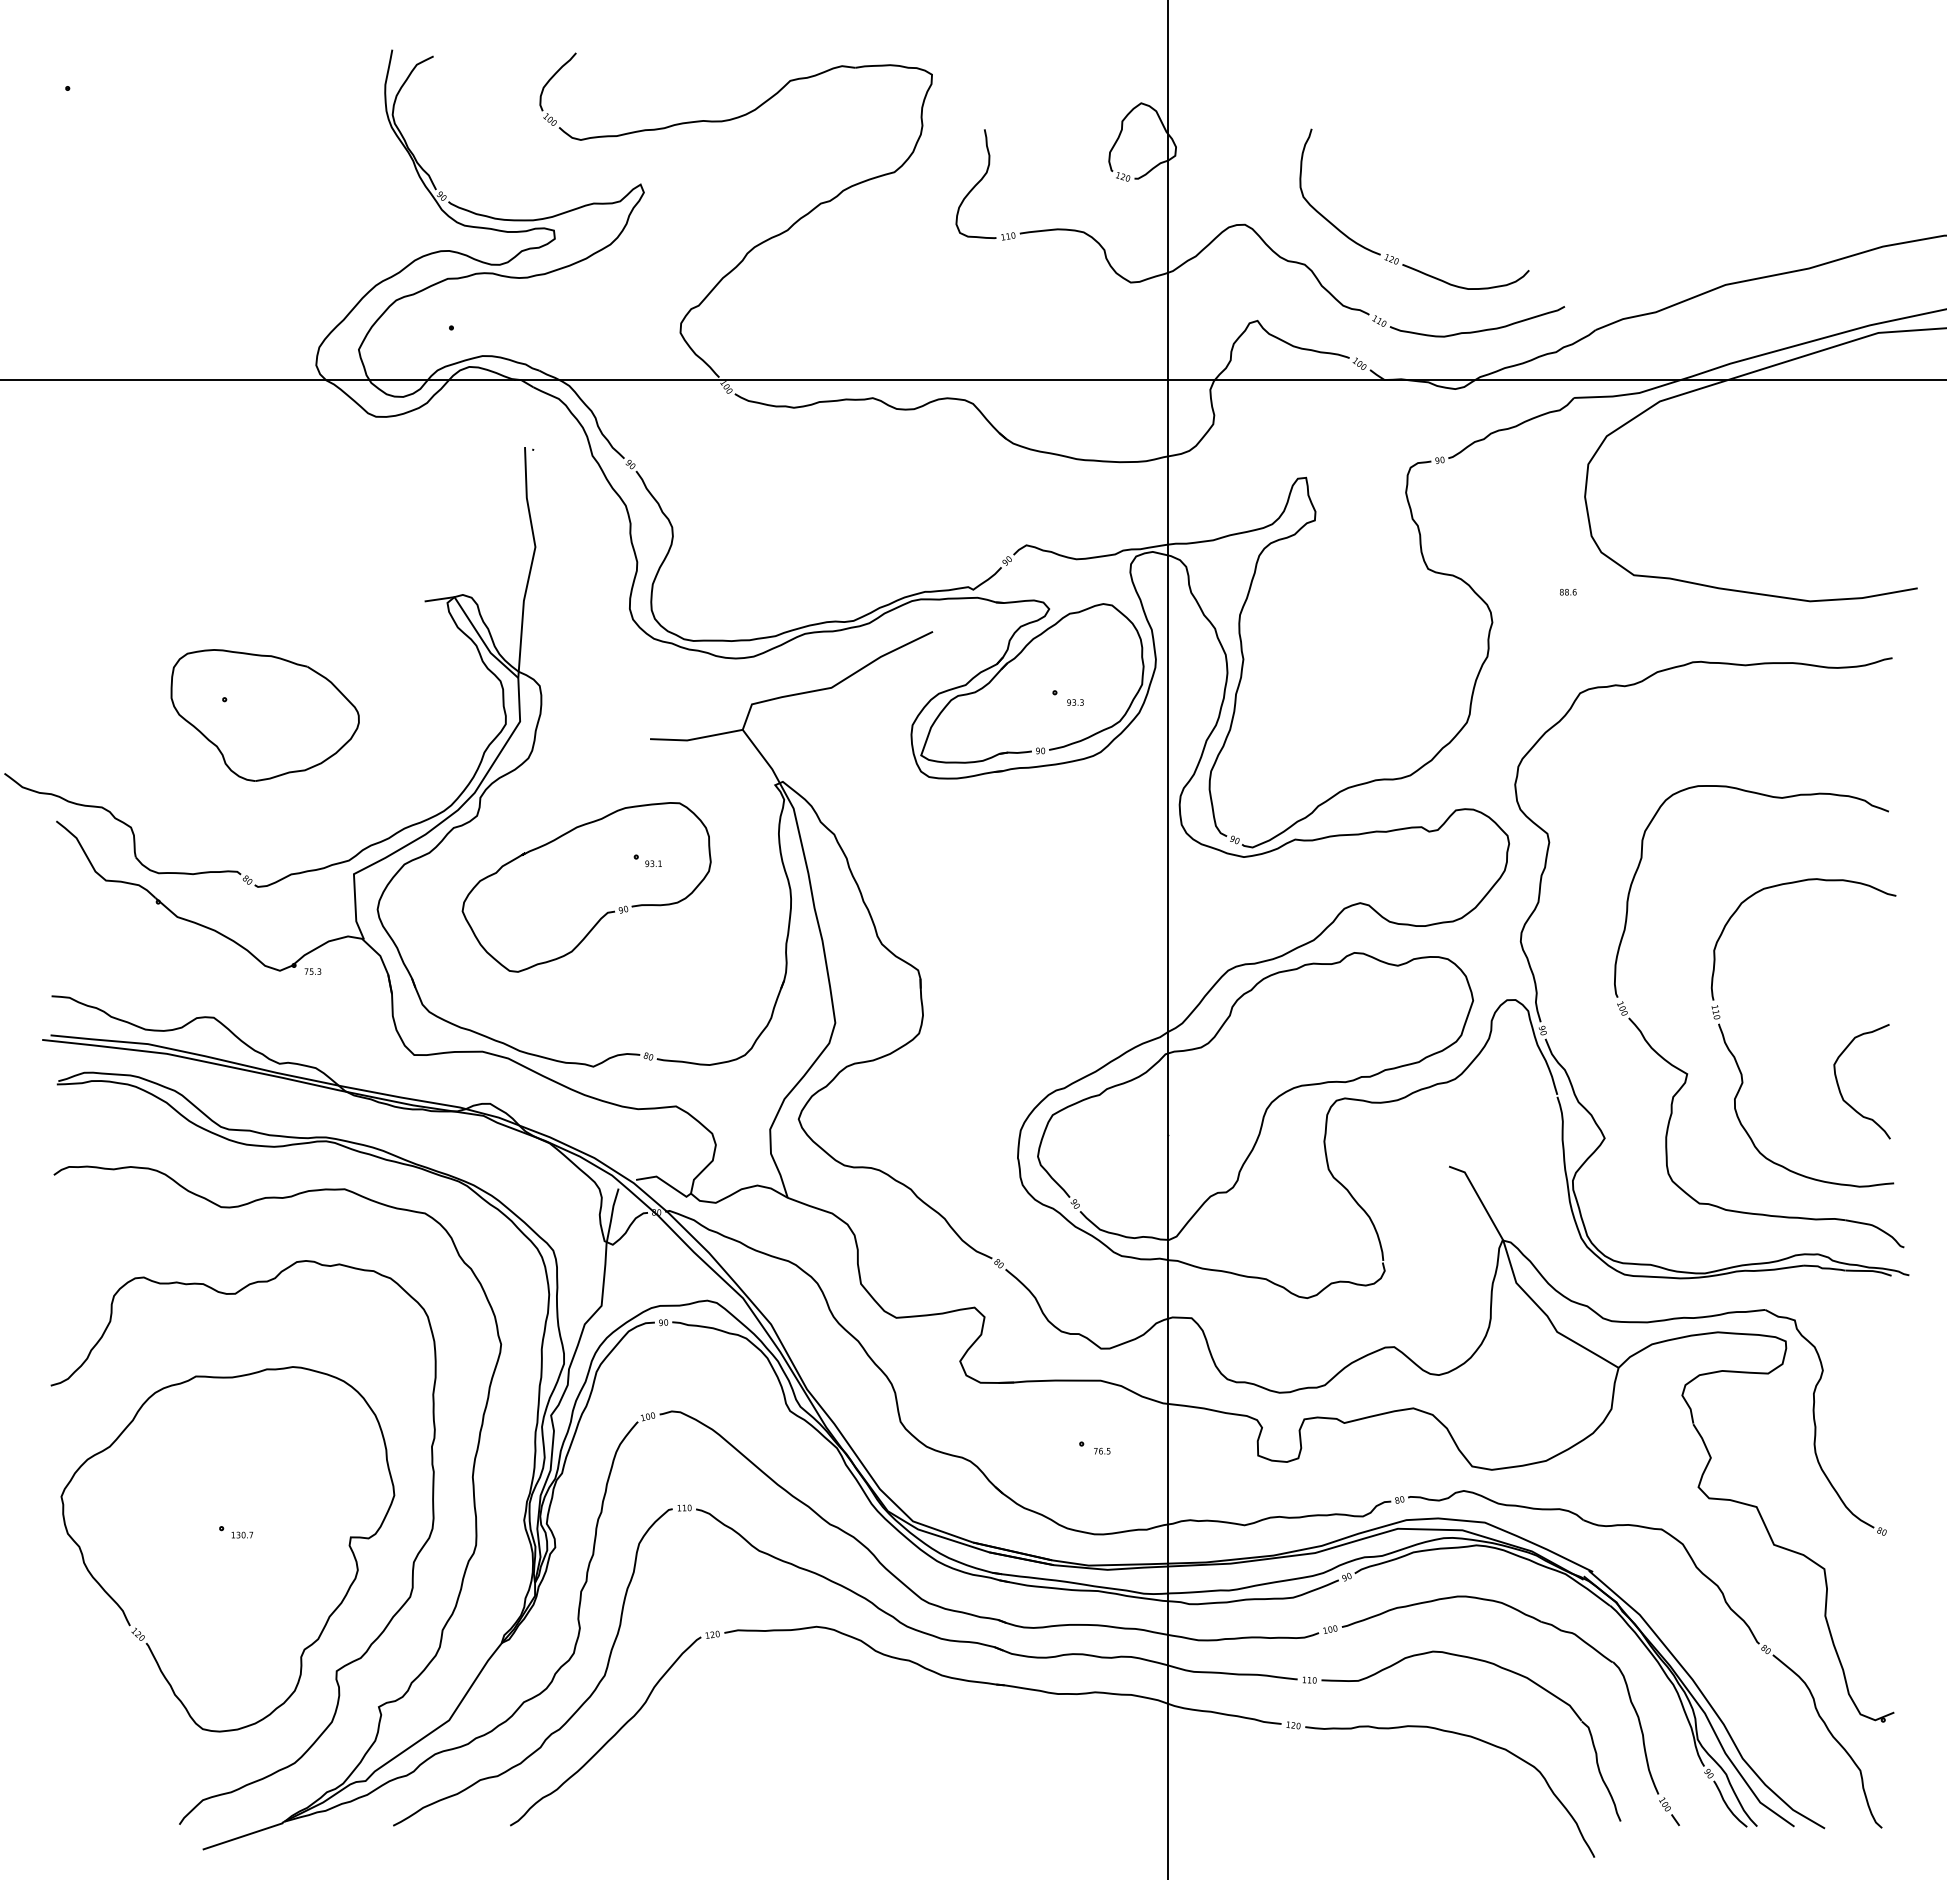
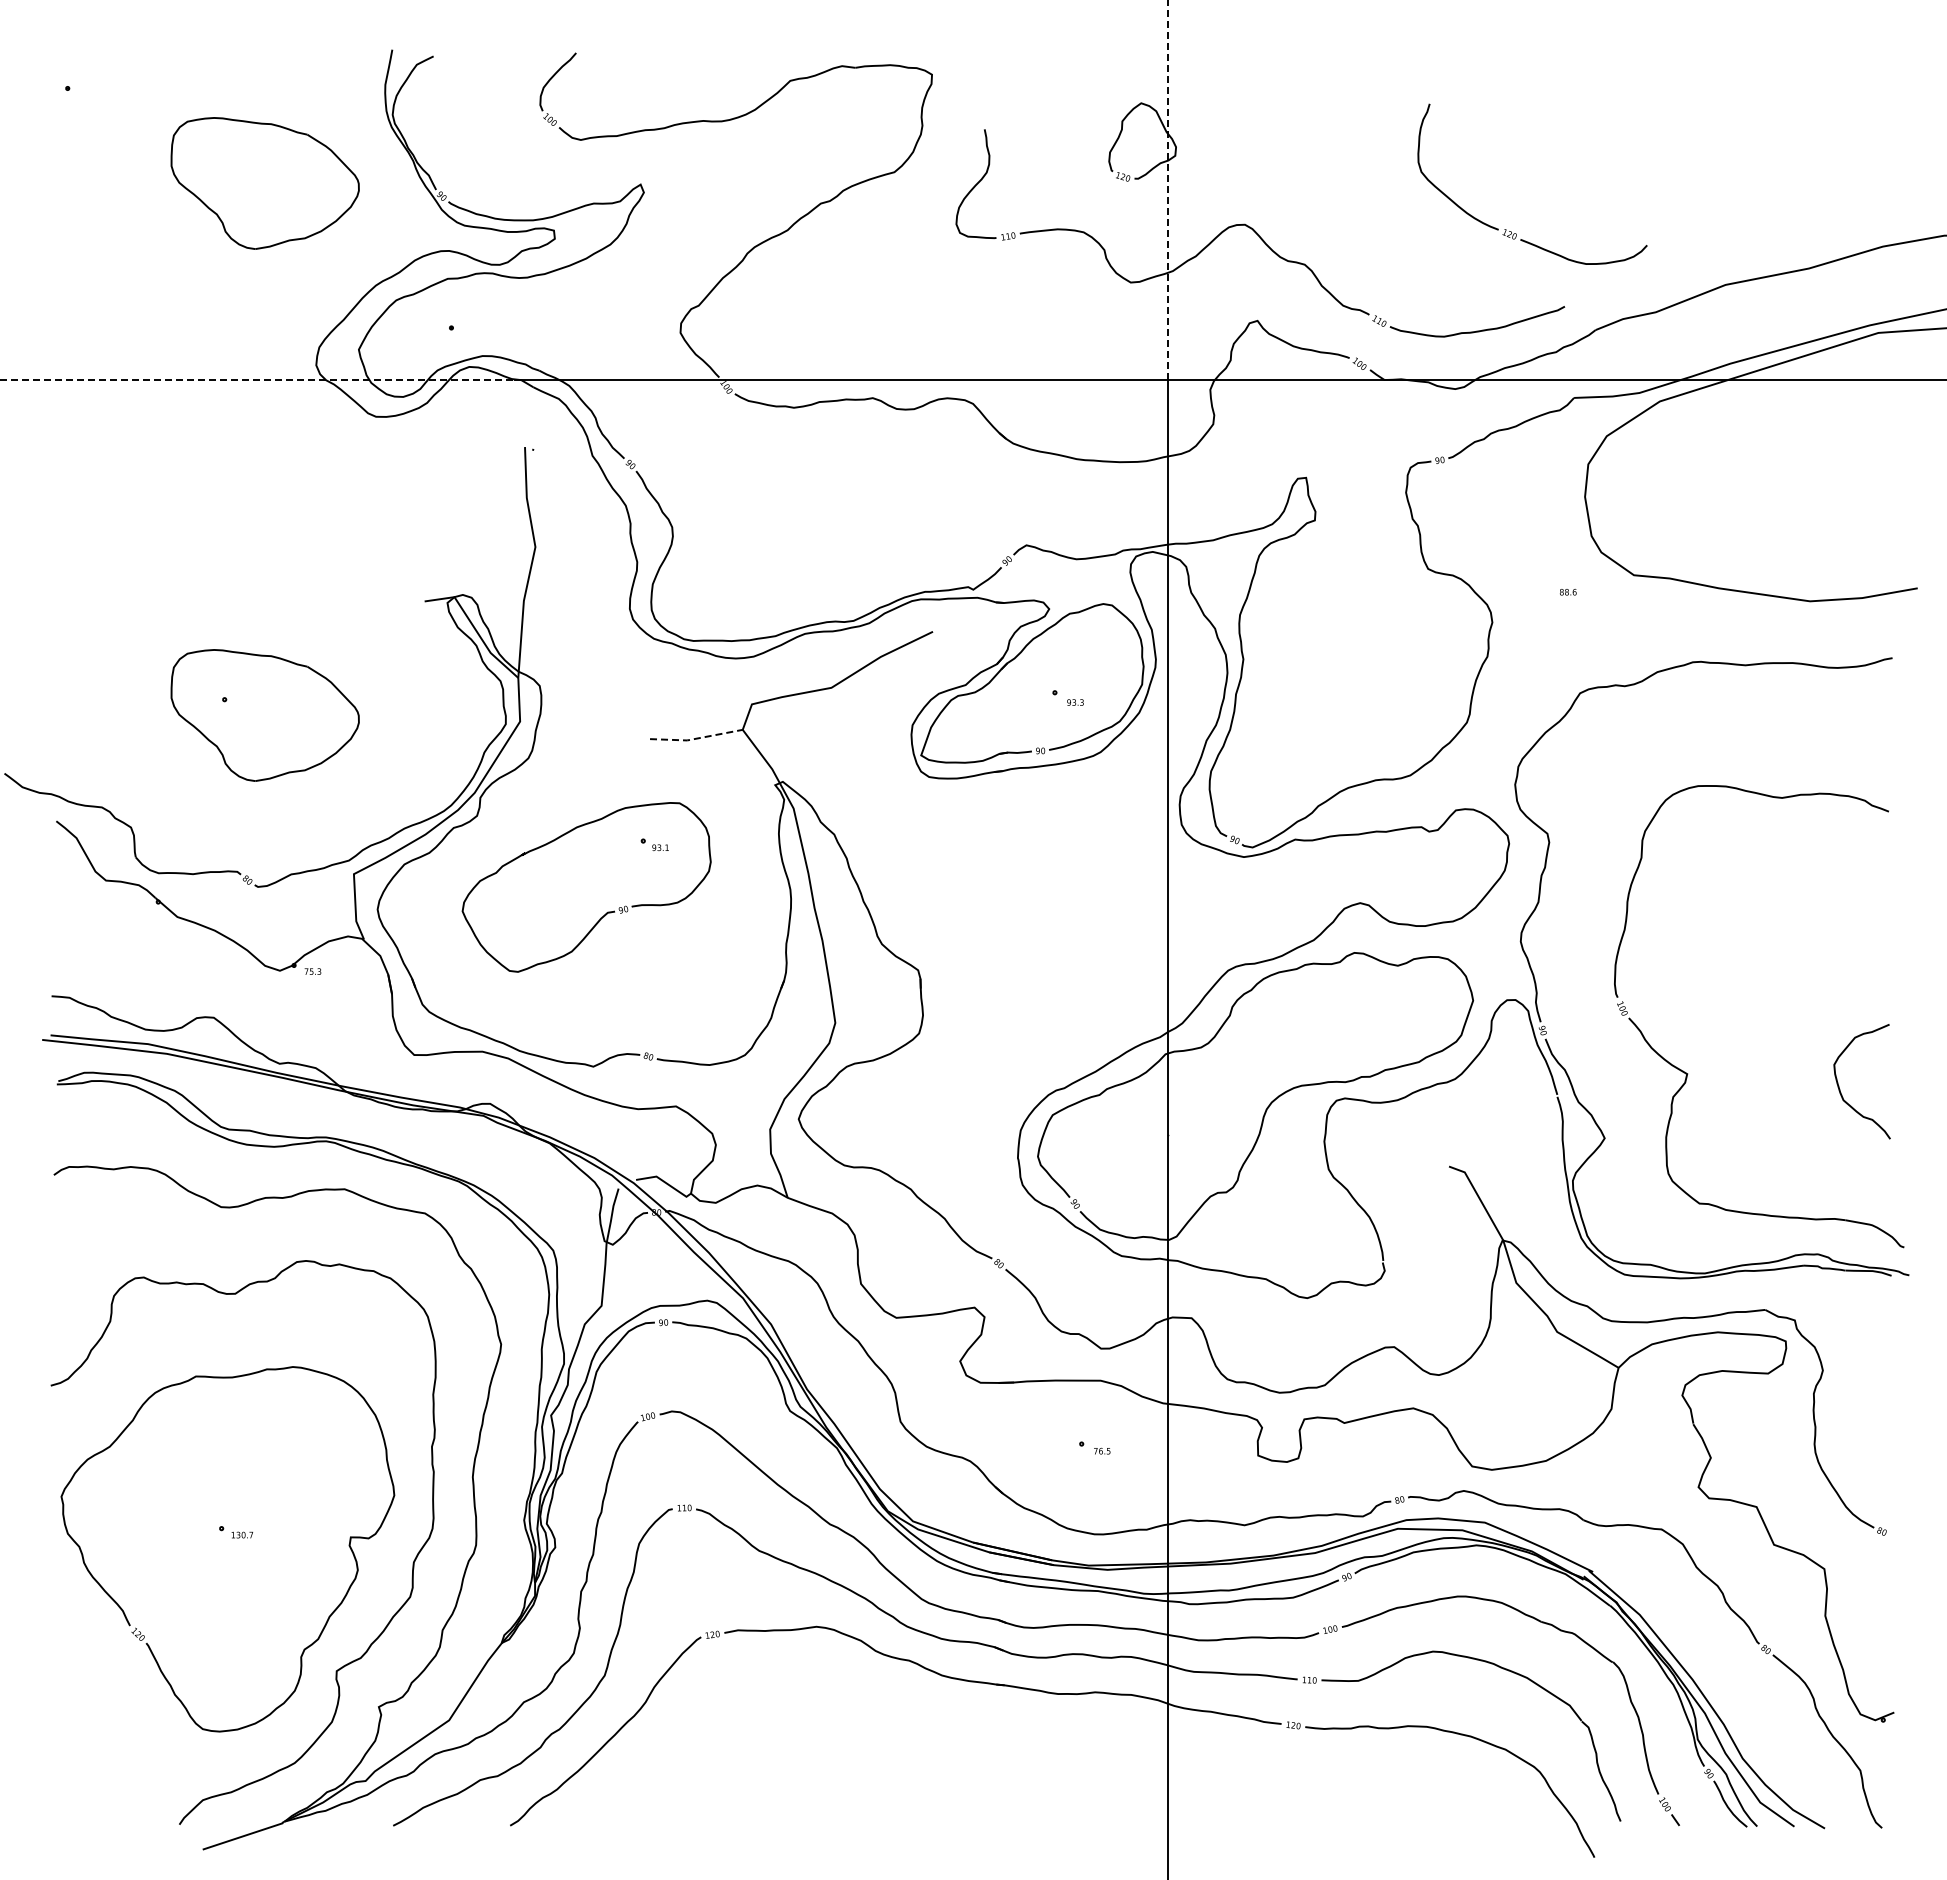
part at (264, 183): none -> present
line at (1168, 190): solid -> dashed
part at (1393, 256) position: (1393, 256) -> (1511, 231)
line at (257, 380): solid -> dashed
line at (695, 738): solid -> dashed
part at (647, 860) position: (647, 860) -> (654, 844)
part at (1737, 1061): present -> none
